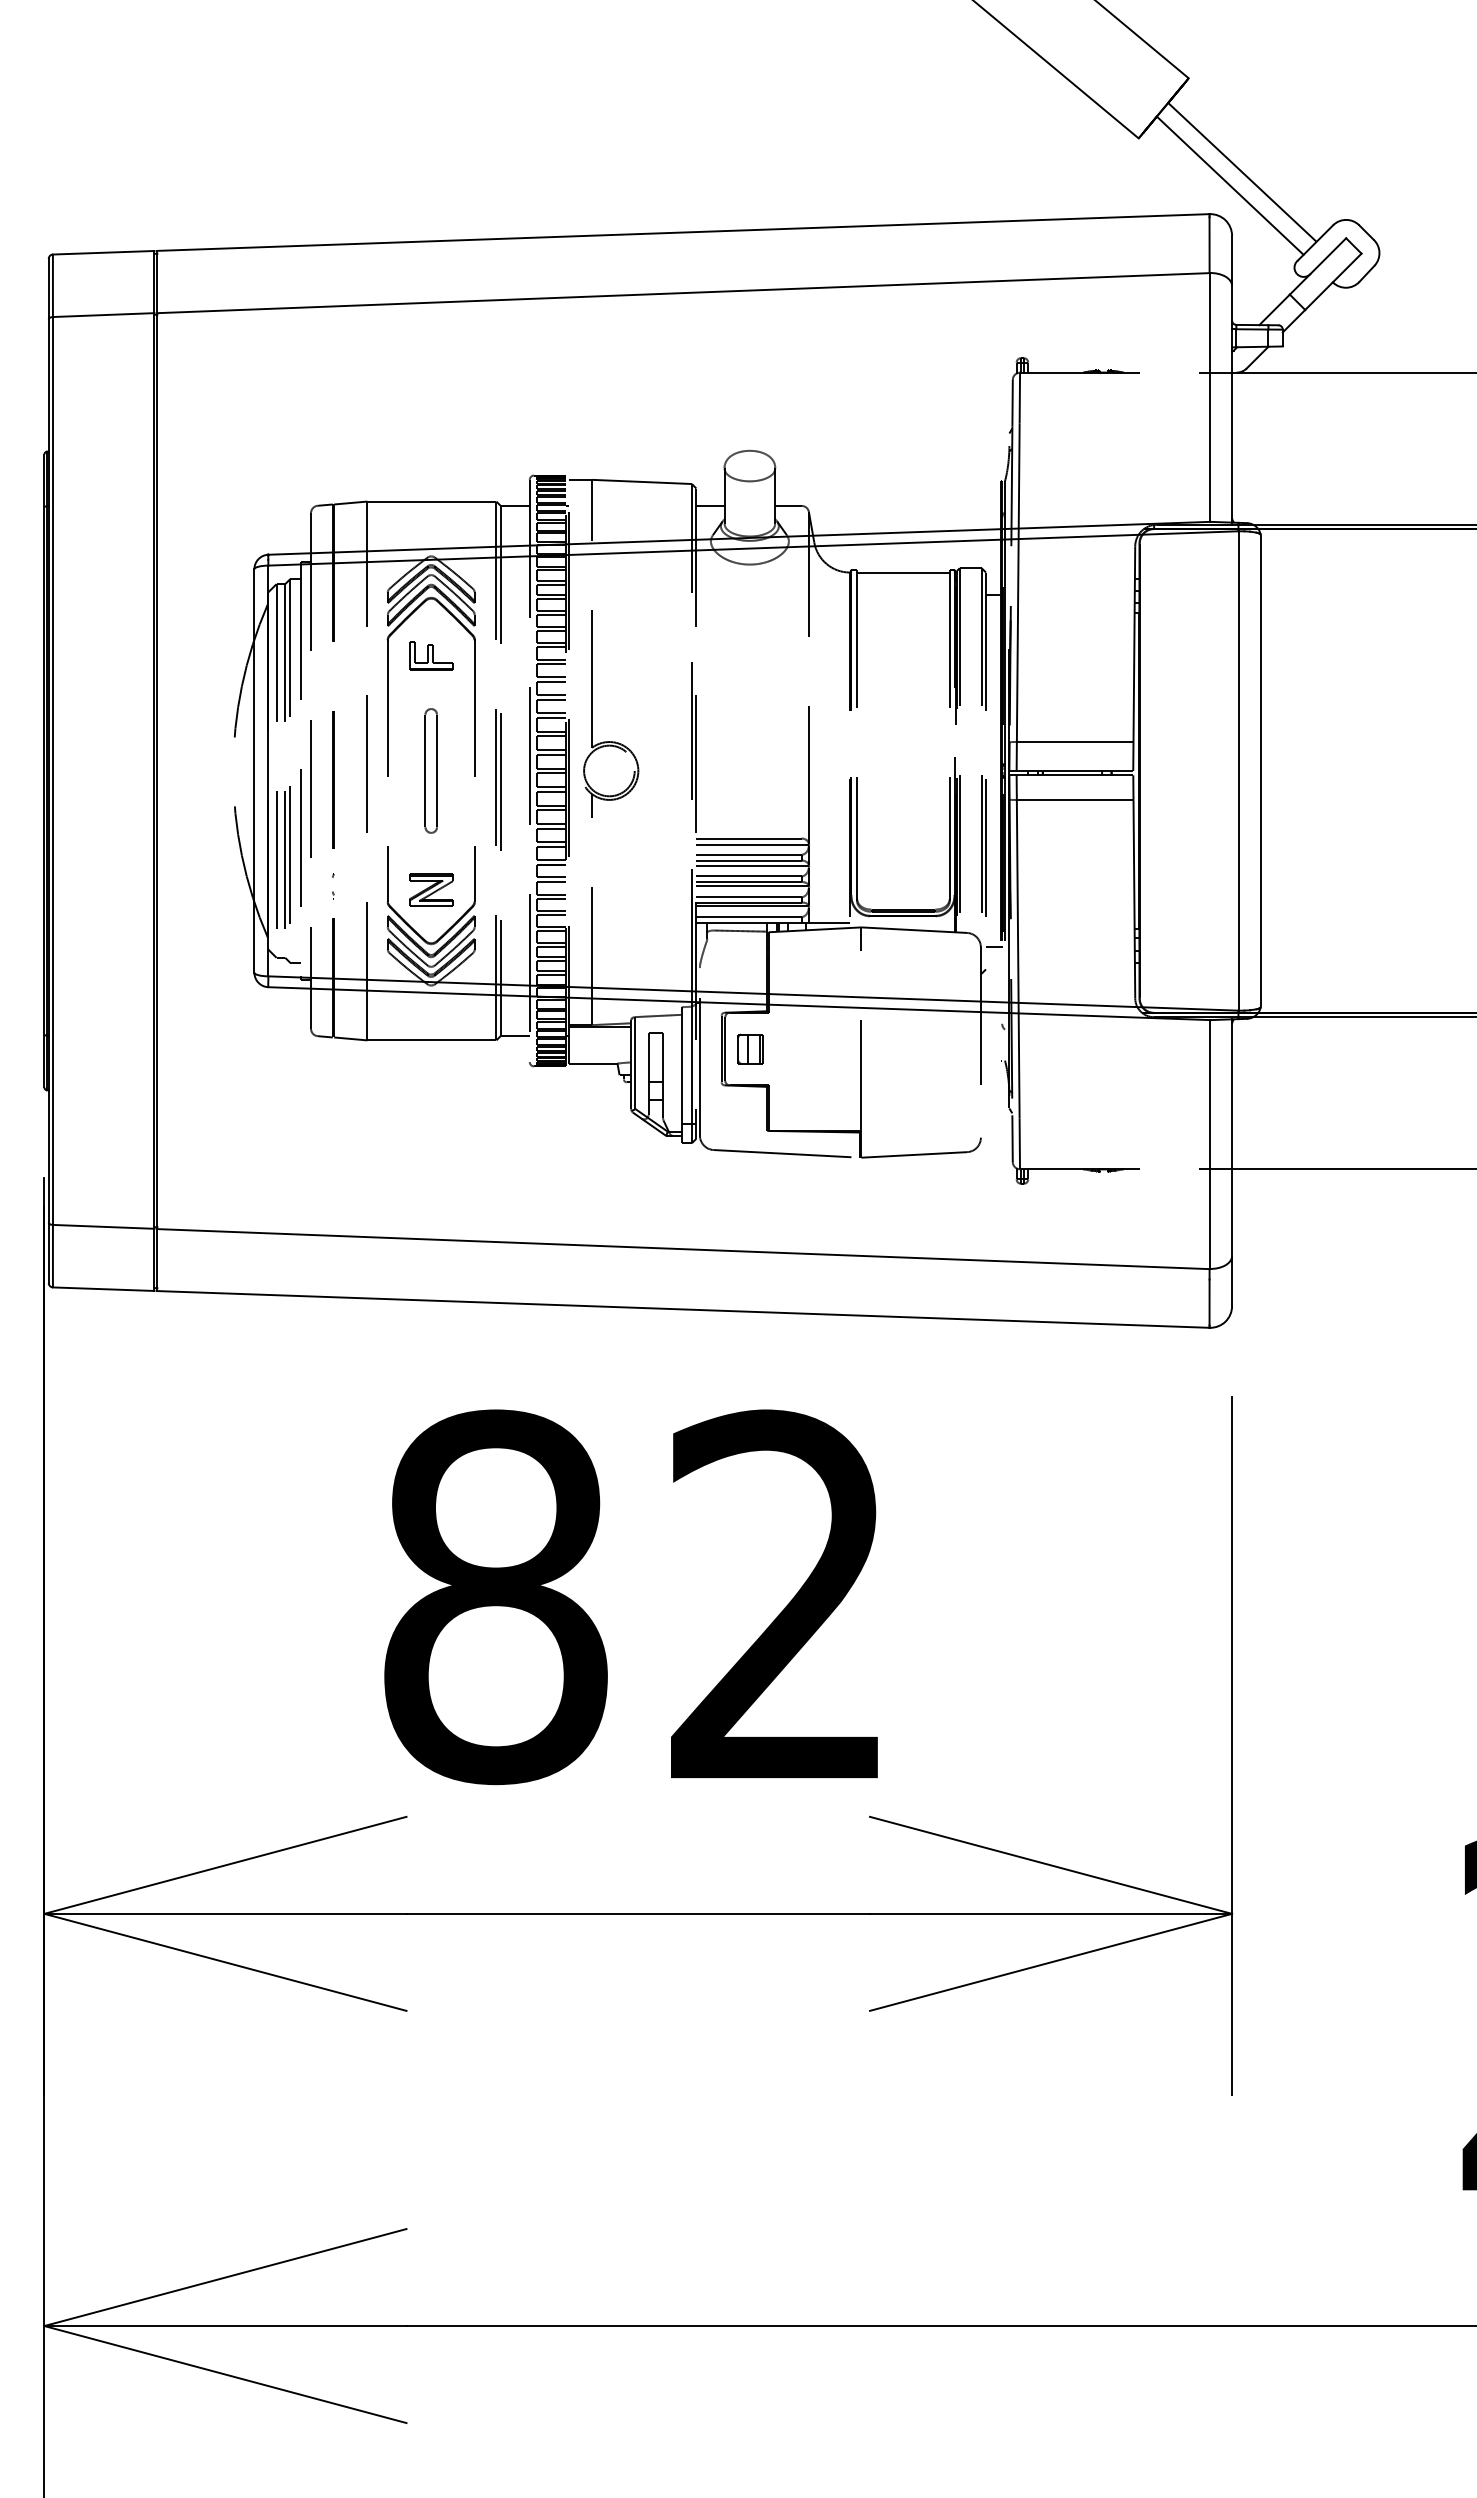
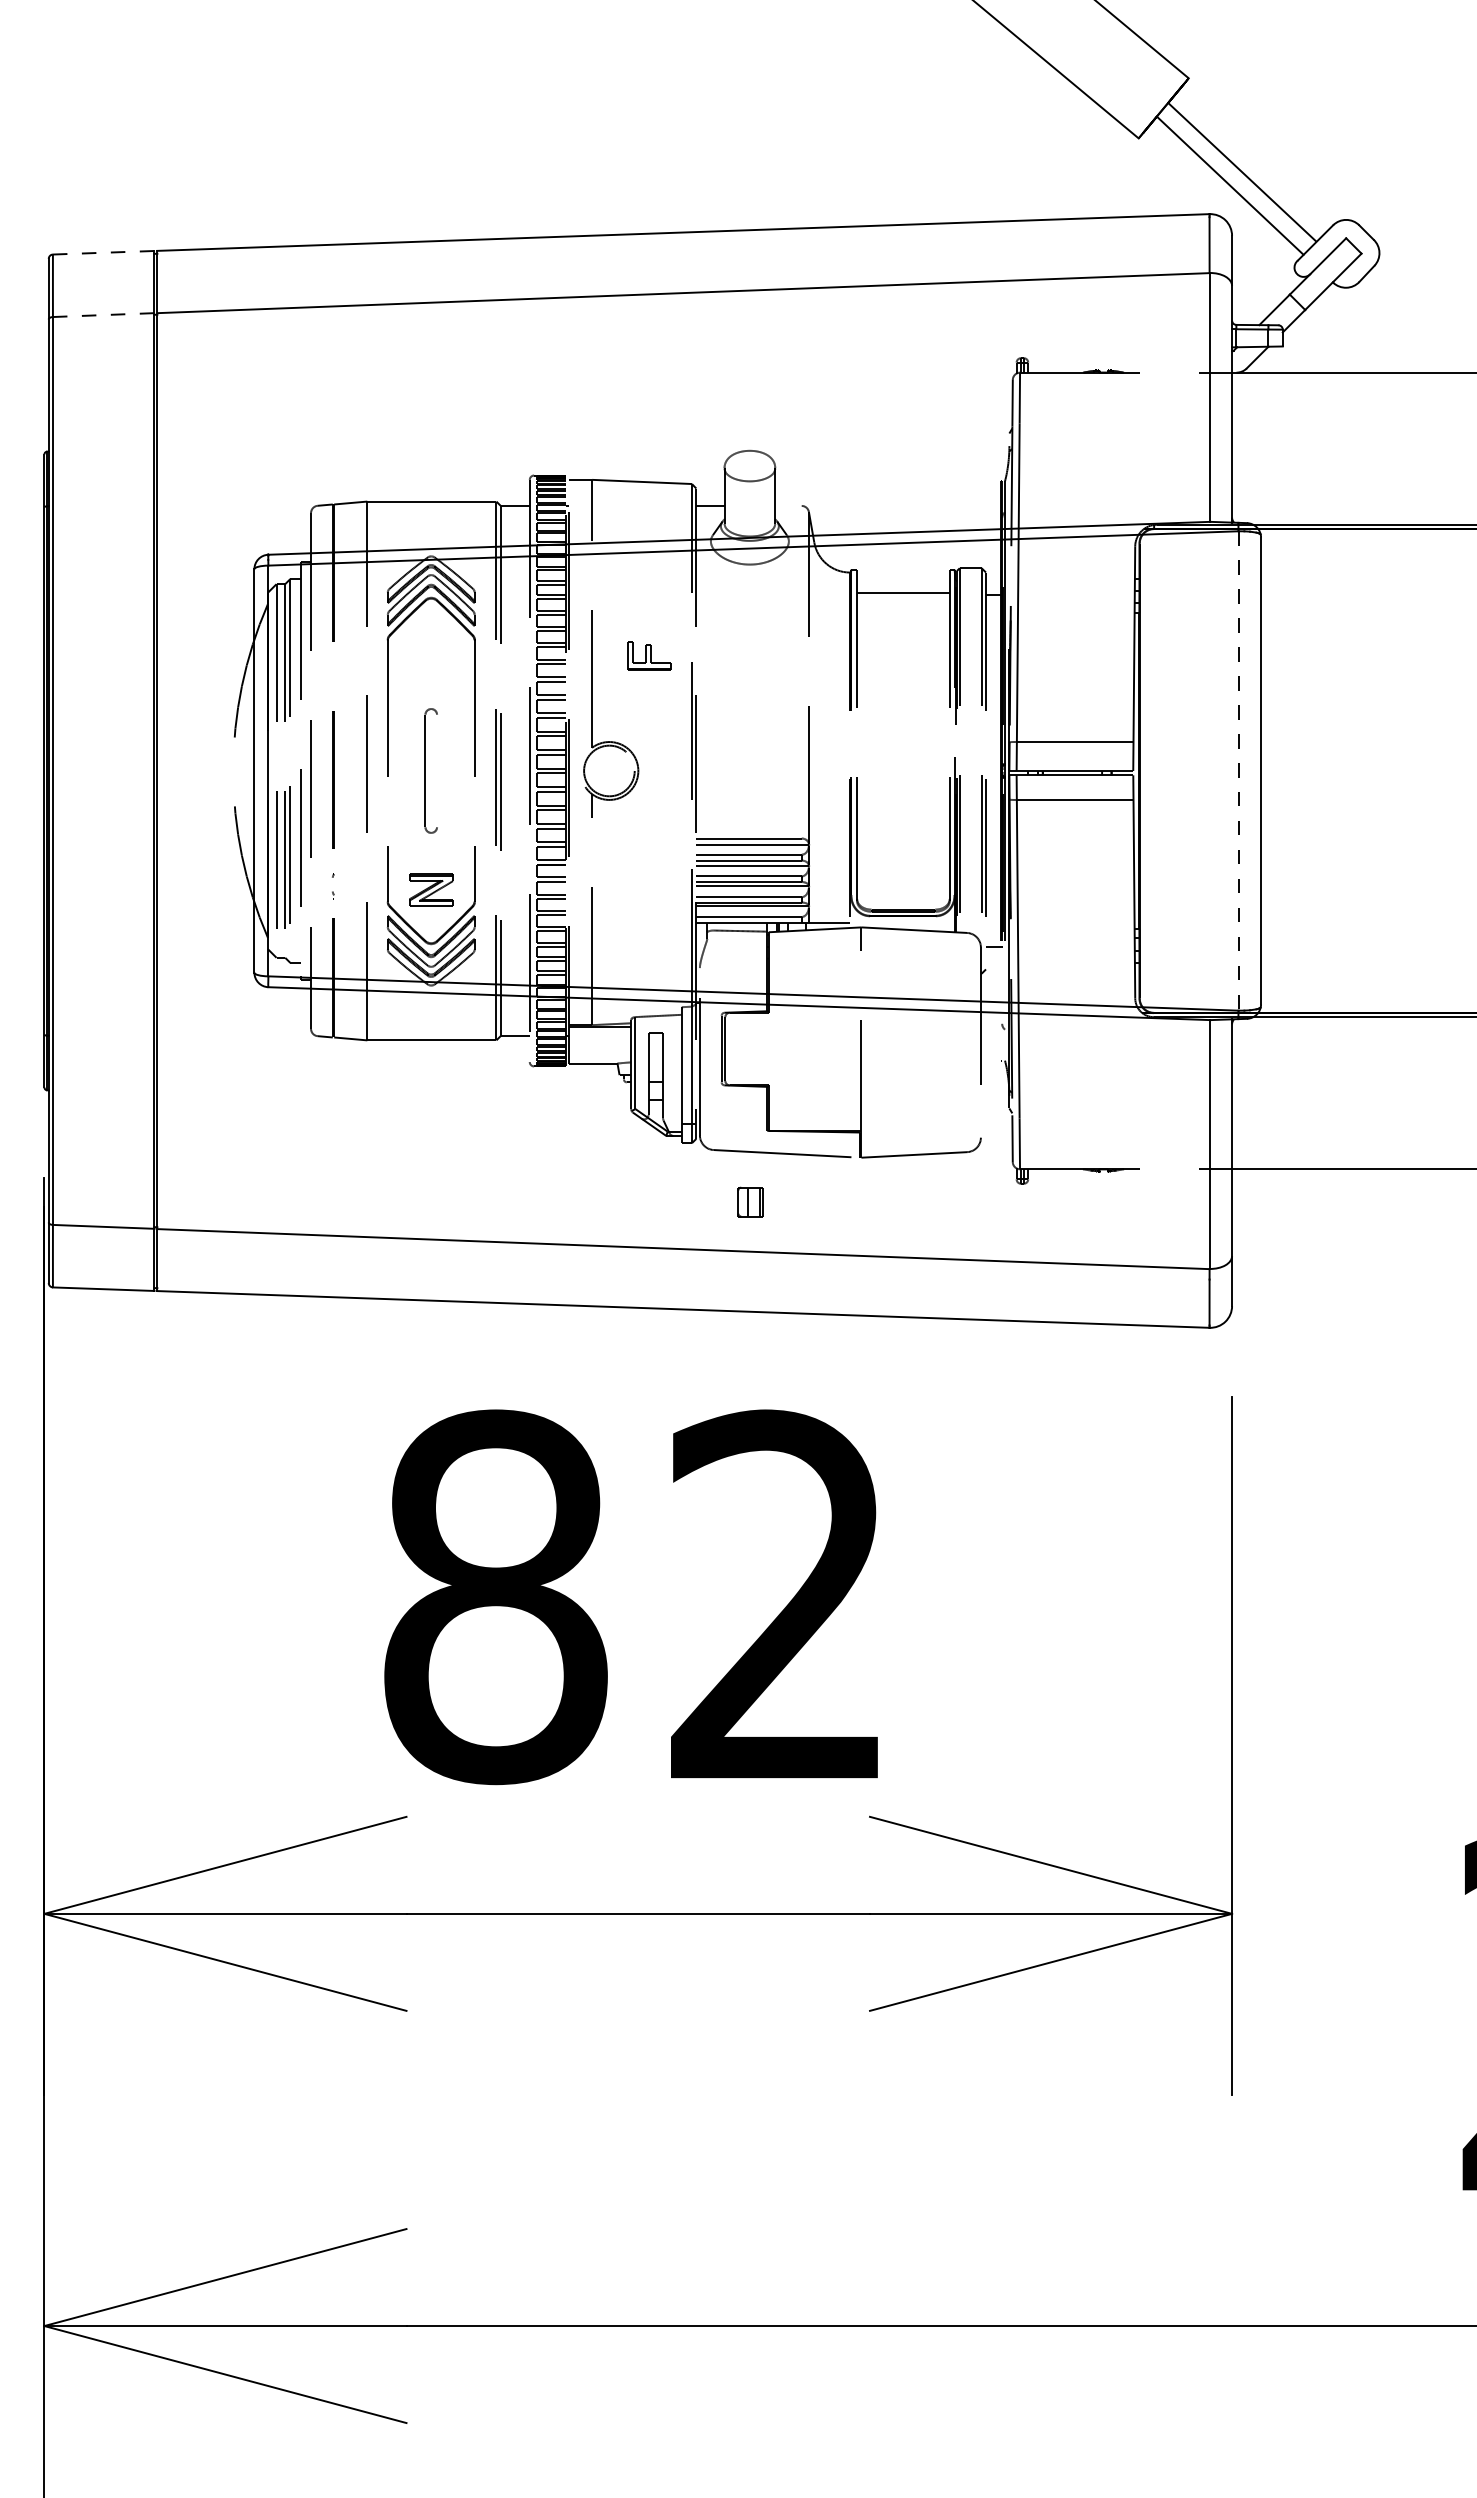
line at (103, 252): solid -> dashed
line at (103, 315): solid -> dashed
line at (788, 505): present -> none
line at (903, 572) position: (903, 572) -> (903, 592)
part at (431, 655) position: (431, 655) -> (649, 655)
line at (437, 770): present -> none
line at (1238, 770): solid -> dashed
part at (750, 1048) position: (750, 1048) -> (750, 1201)
